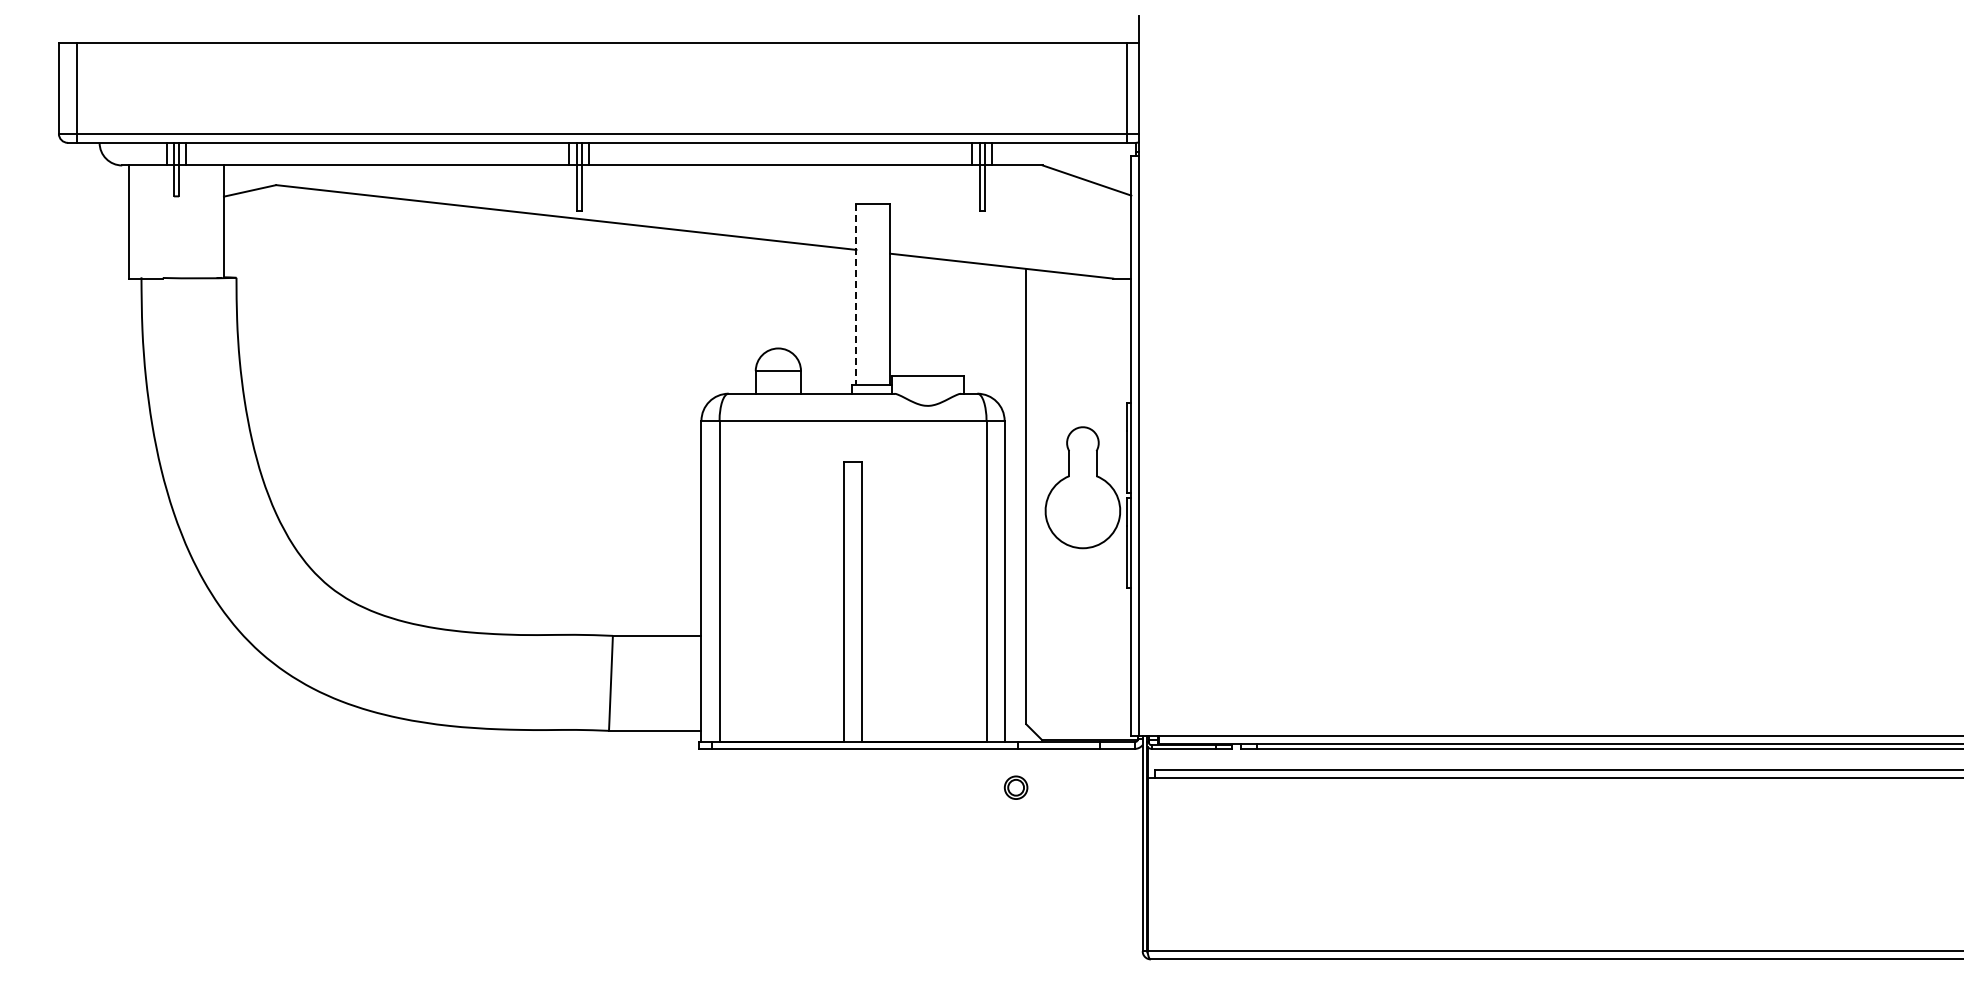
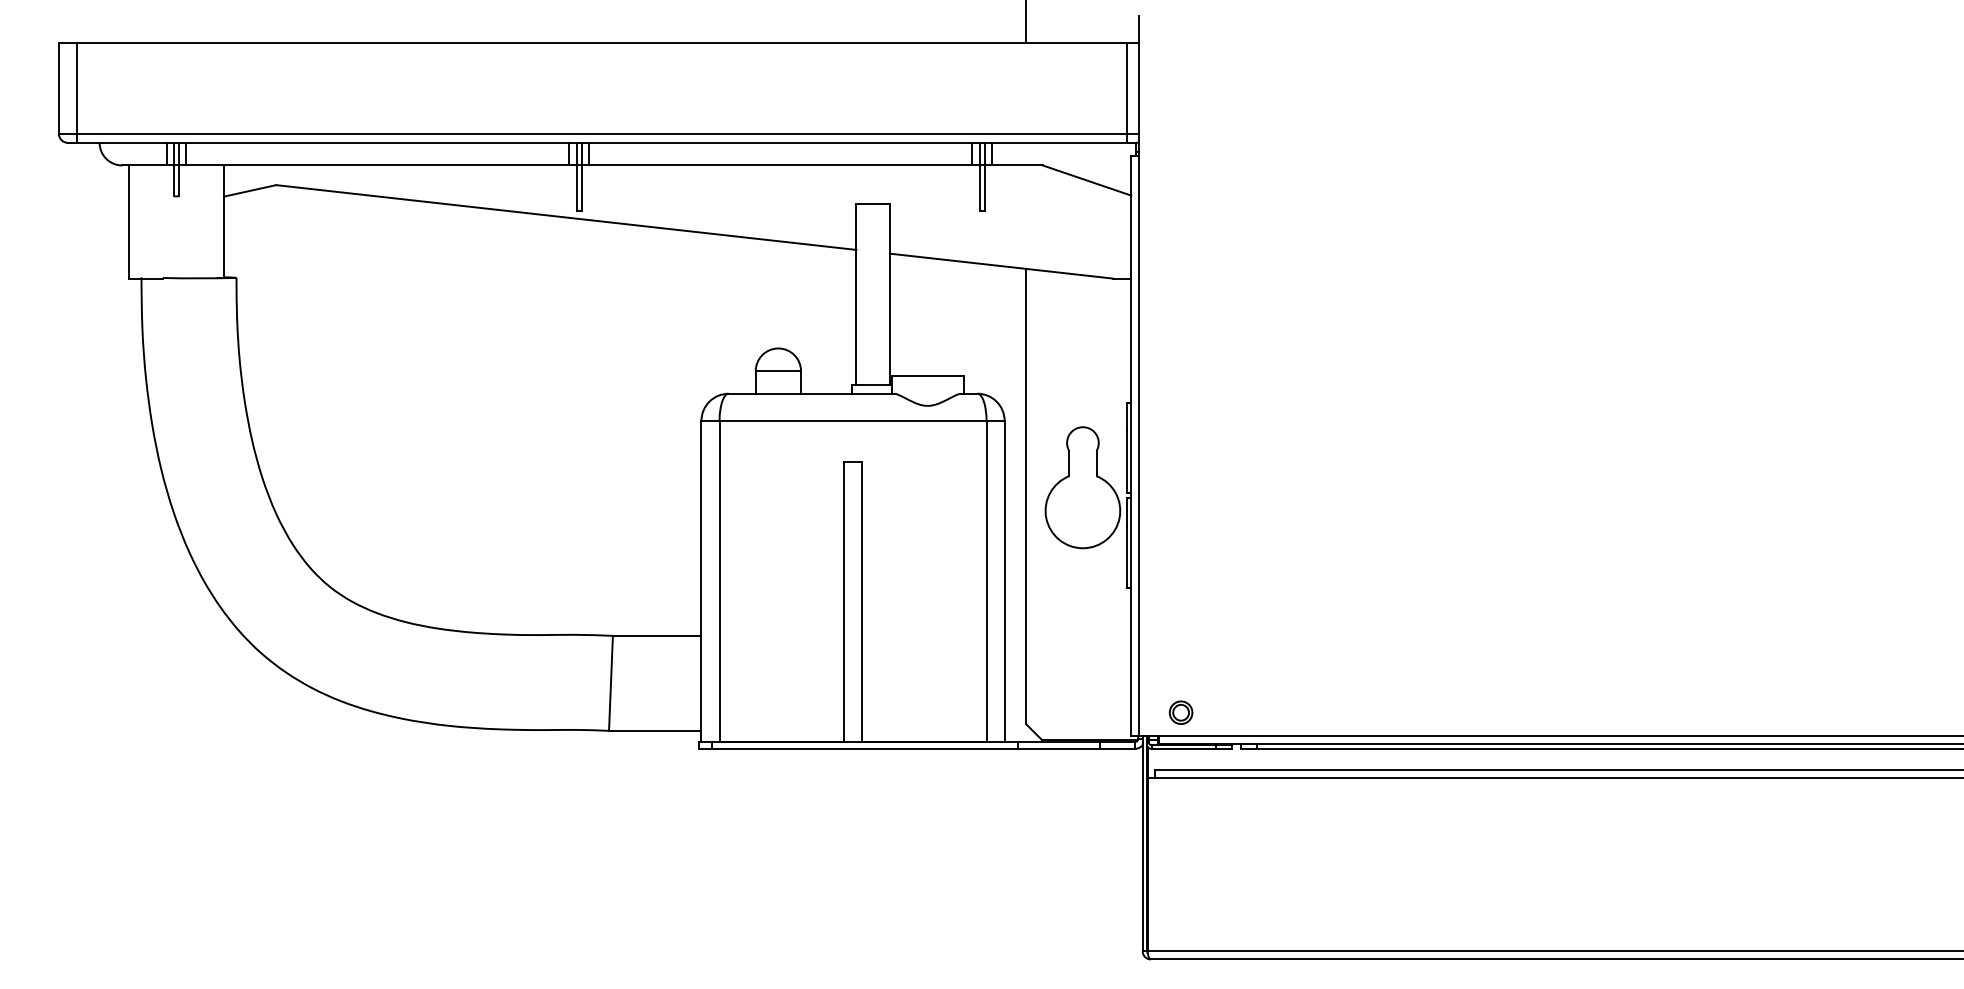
line at (1026, 22): none -> present
line at (856, 294): dashed -> solid
part at (1015, 787) position: (1015, 787) -> (1180, 712)
